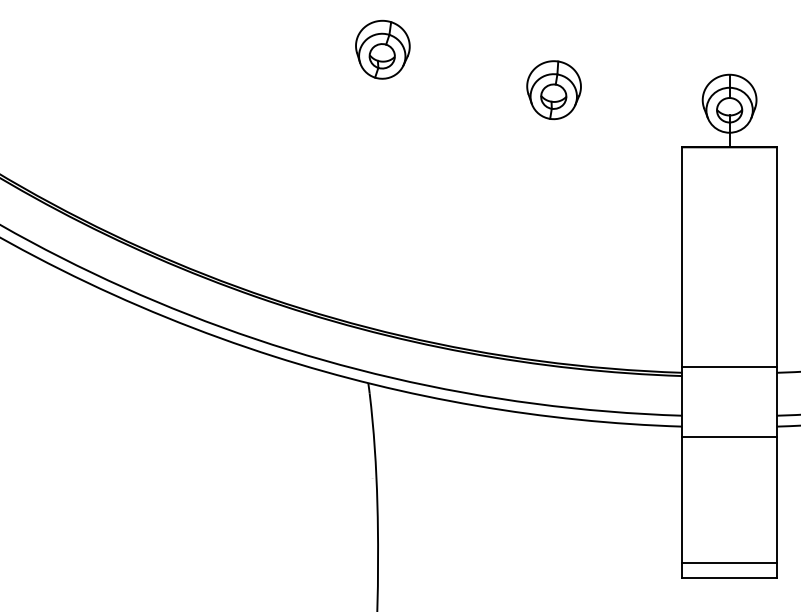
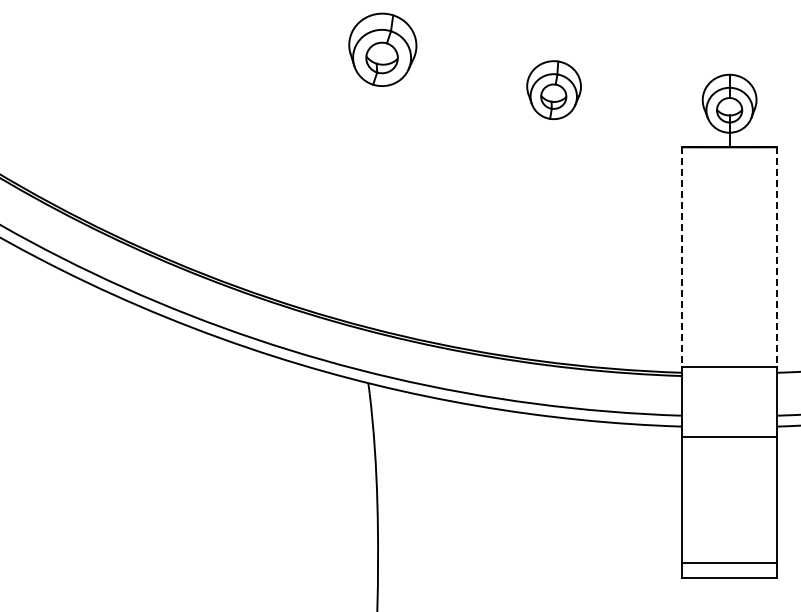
part at (382, 49) size: 56x61 px -> 70x75 px
line at (682, 257): solid -> dashed
line at (776, 257): solid -> dashed
